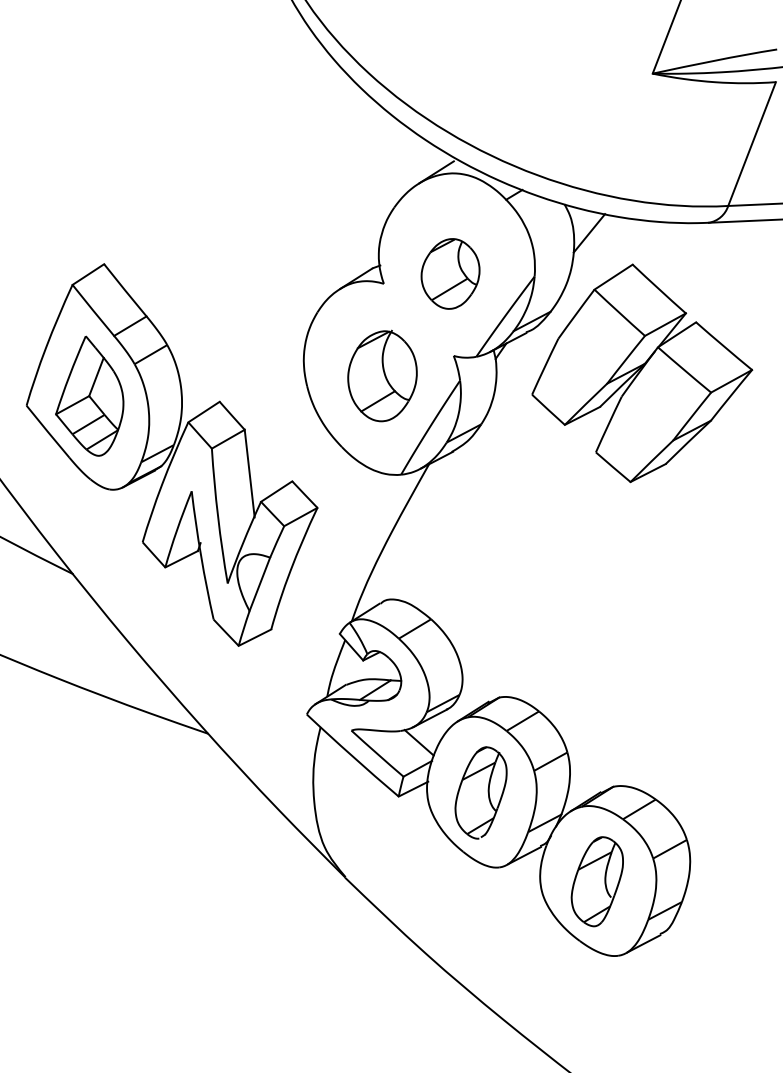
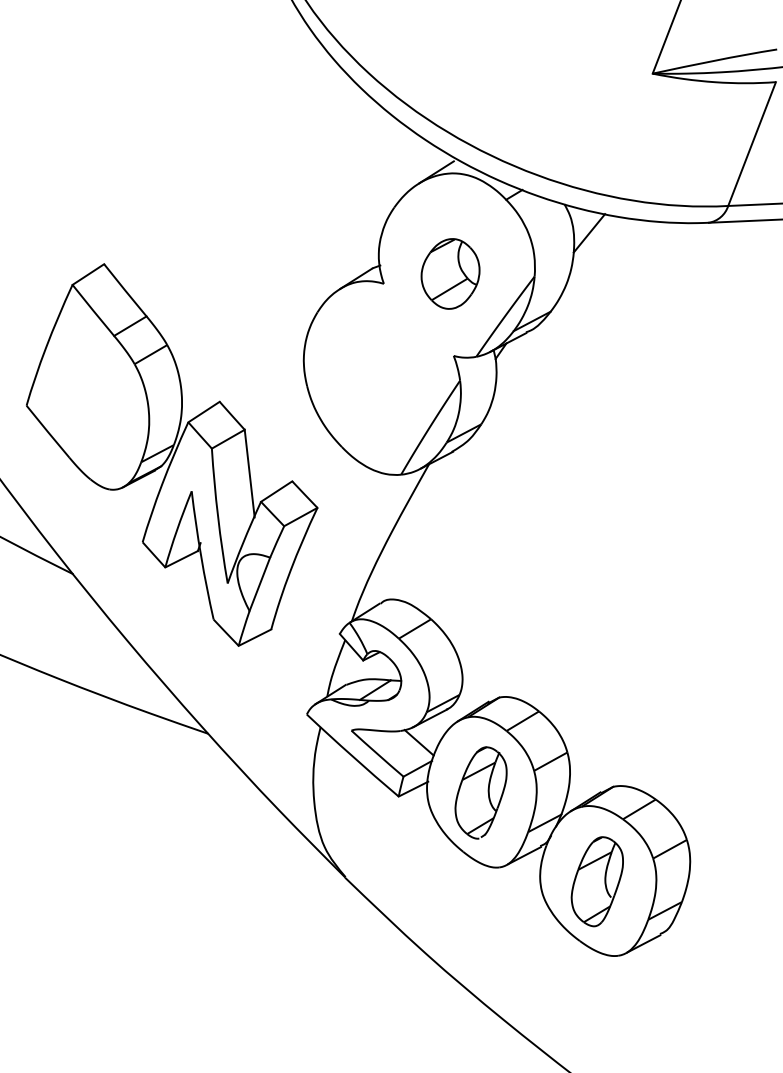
part at (642, 373): present -> none
part at (382, 375): present -> none
part at (89, 395): present -> none
